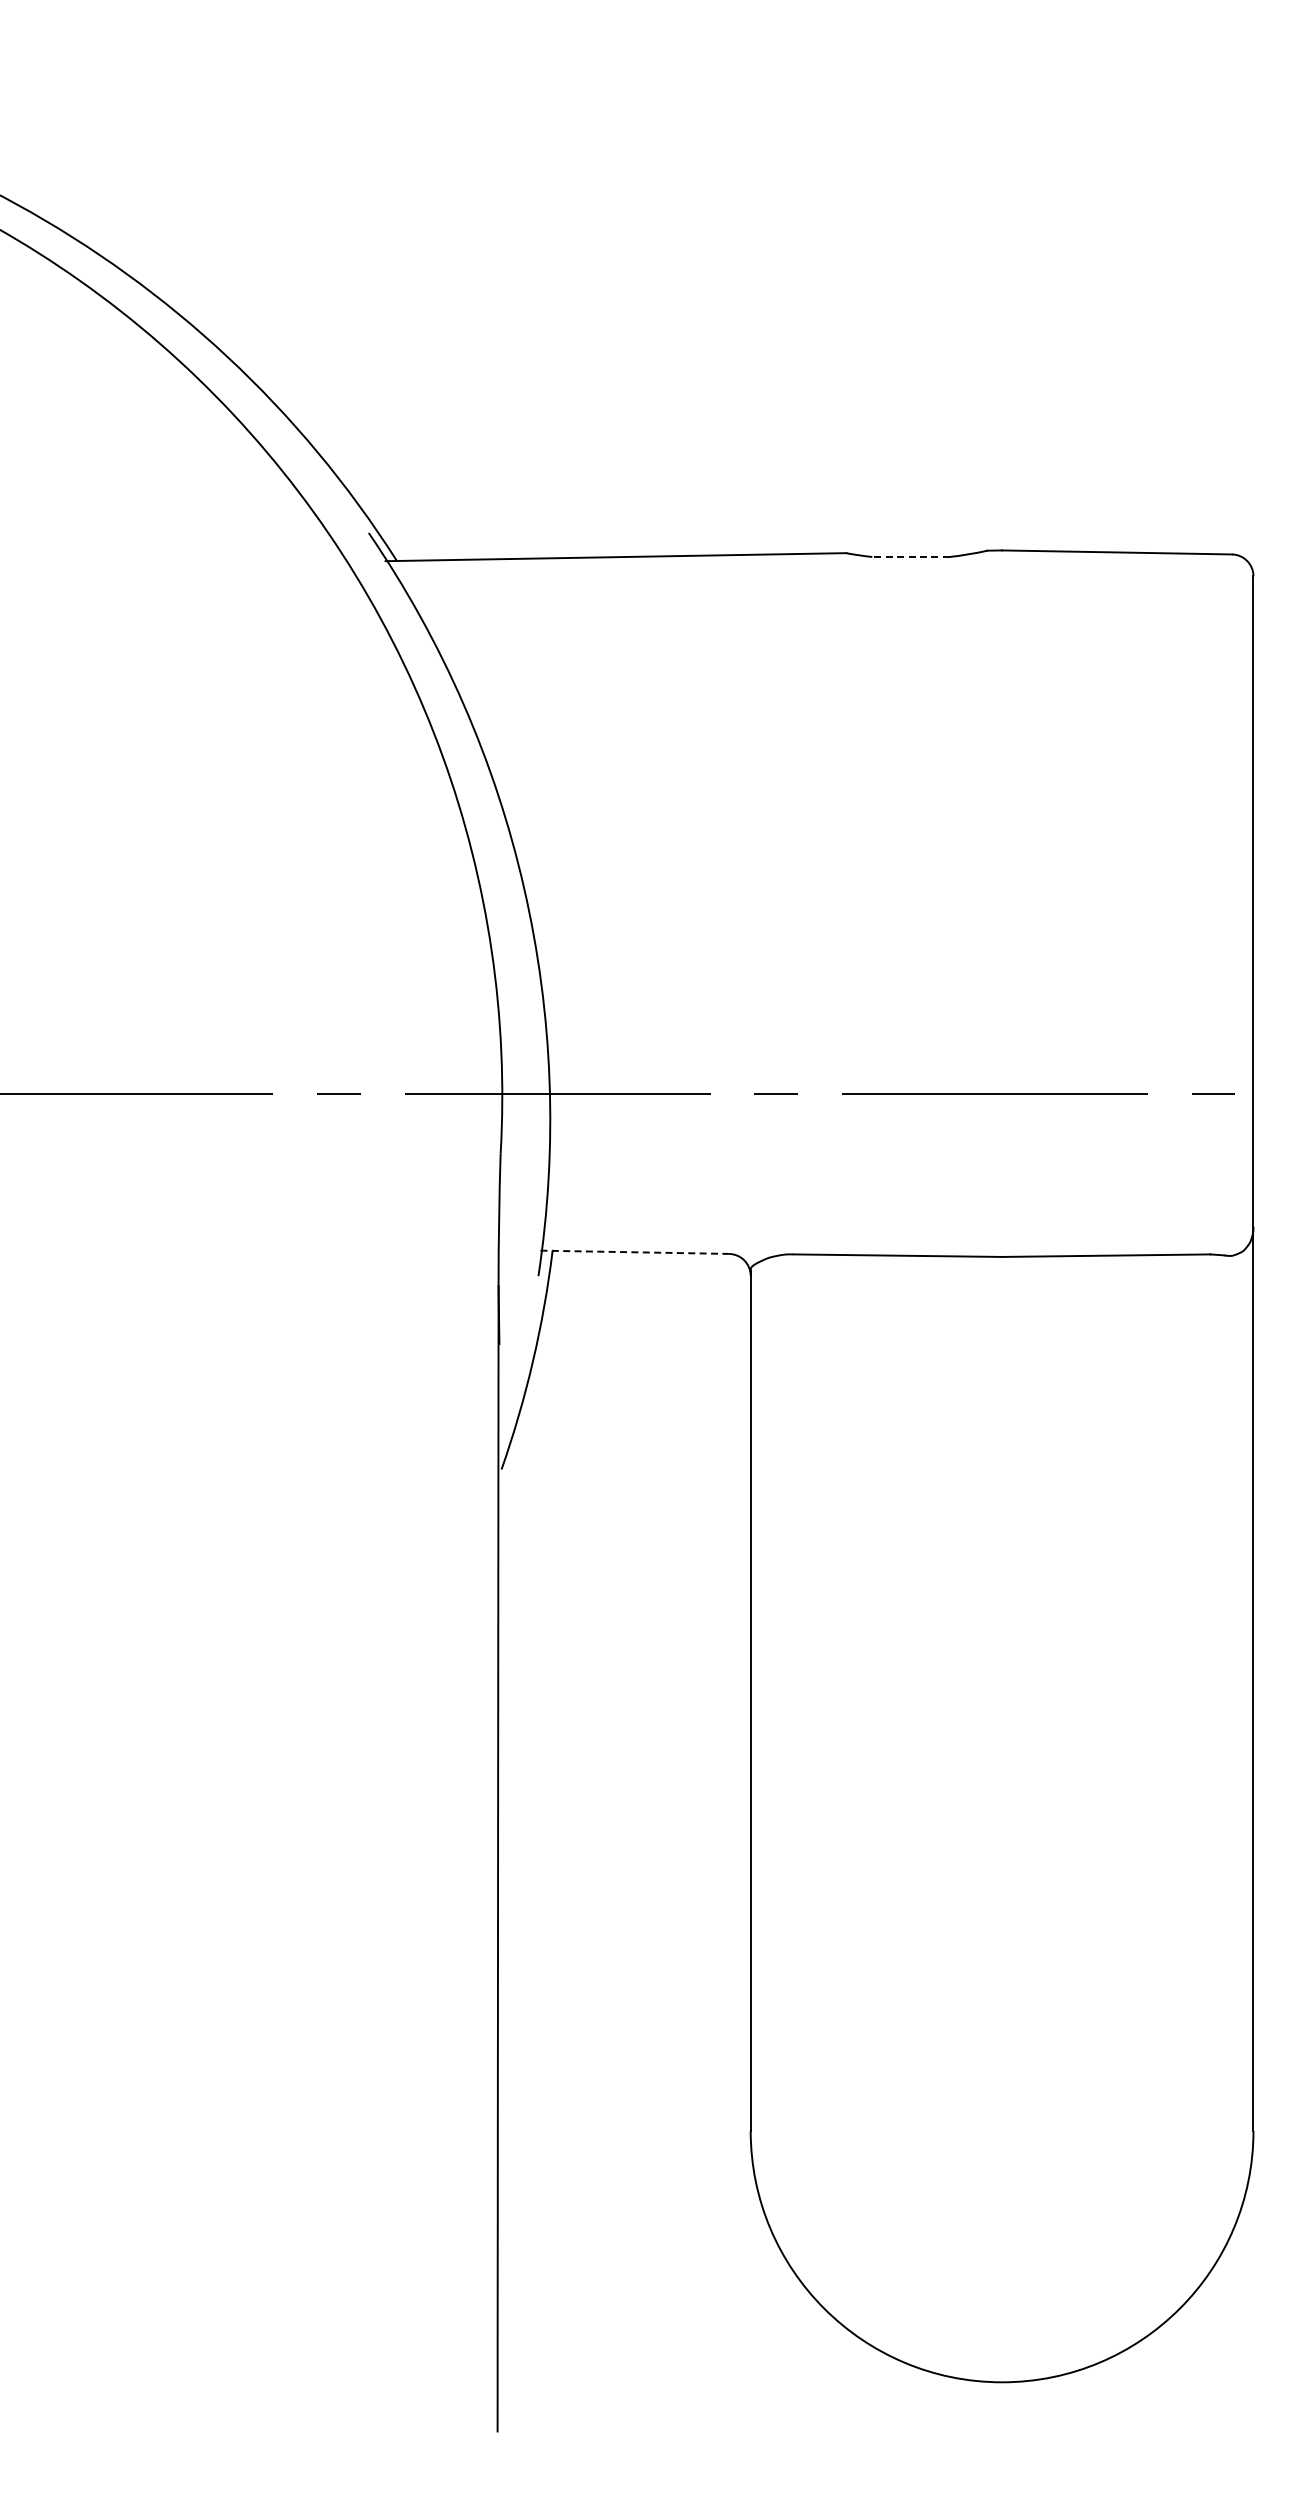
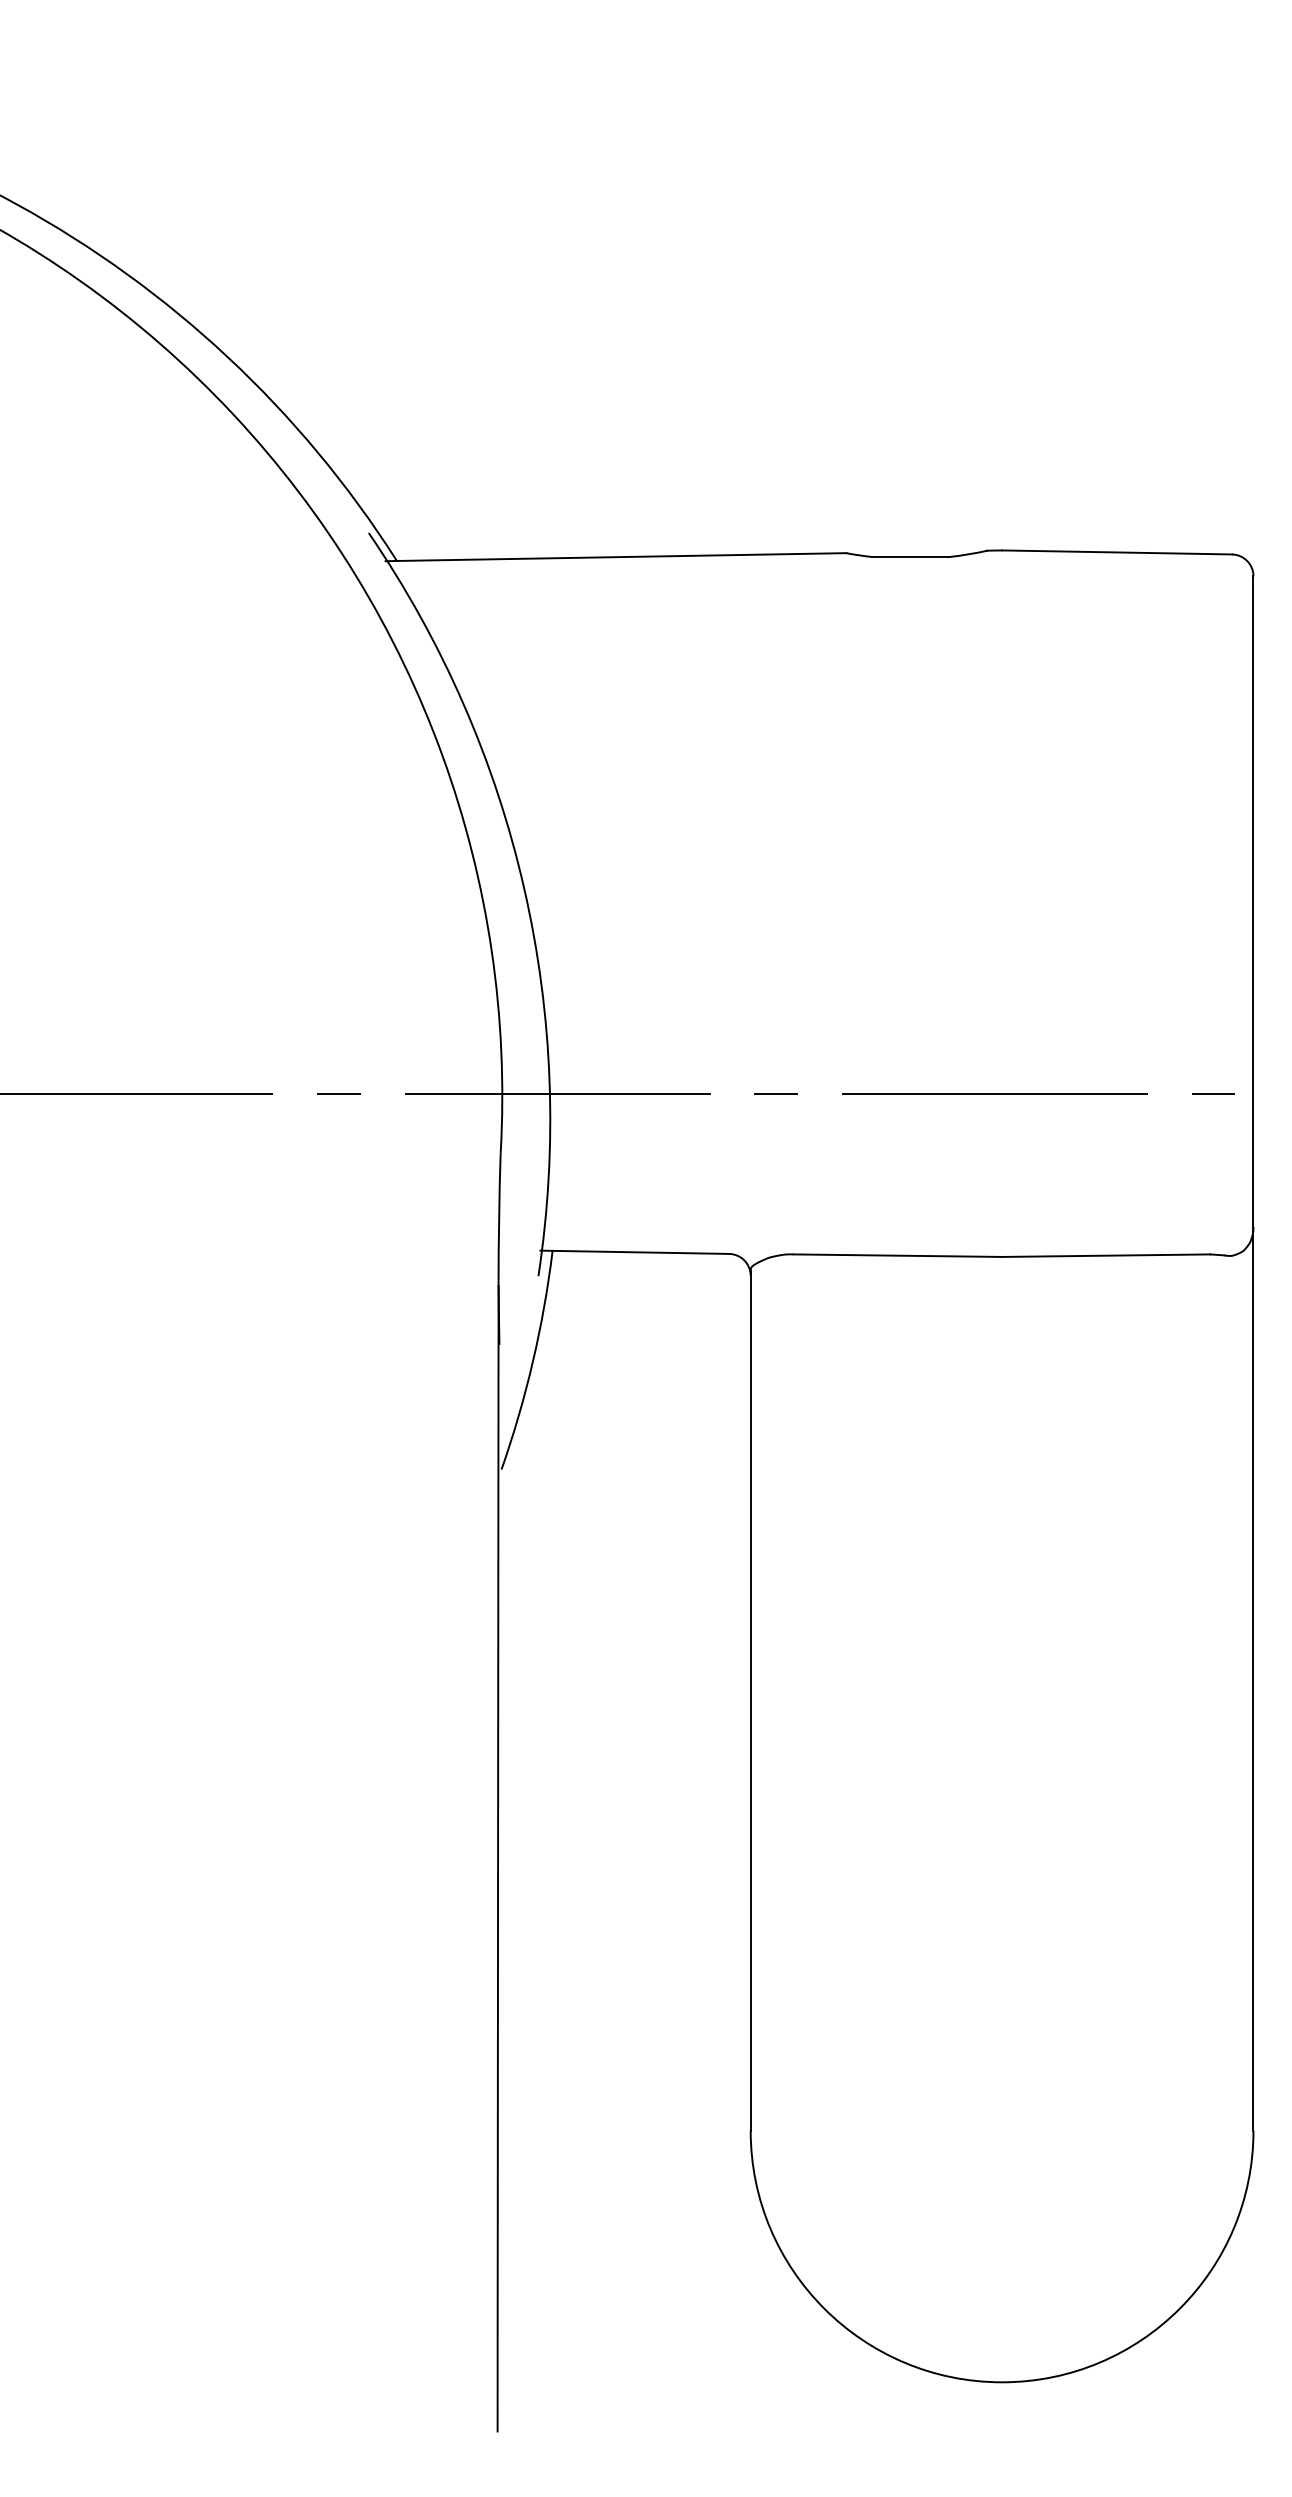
line at (910, 557): dashed -> solid
line at (635, 1252): dashed -> solid
